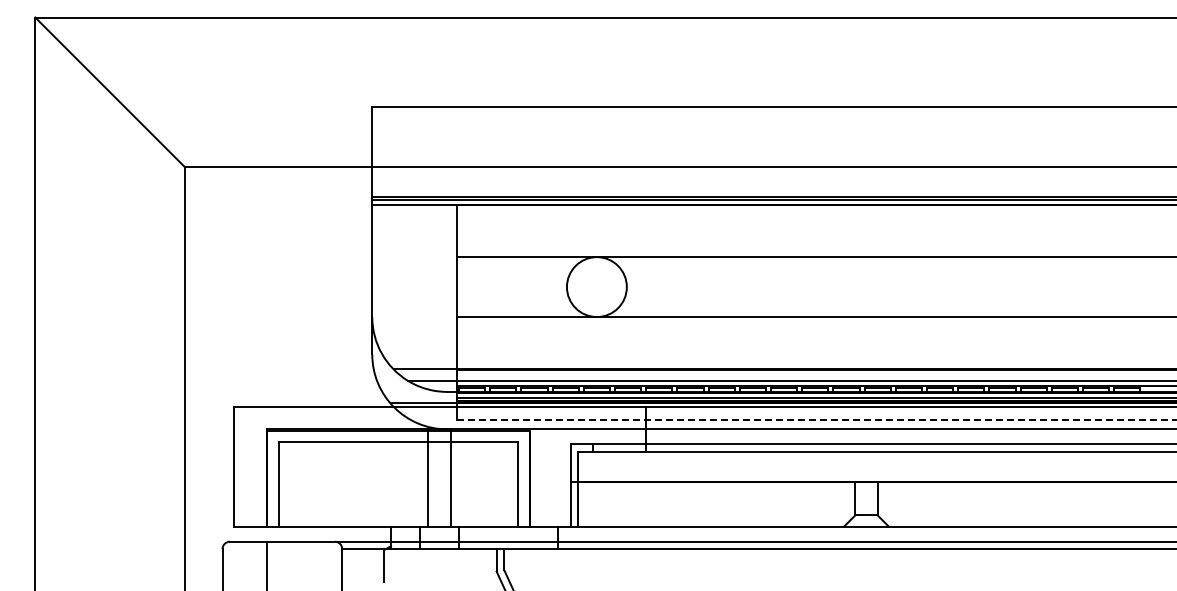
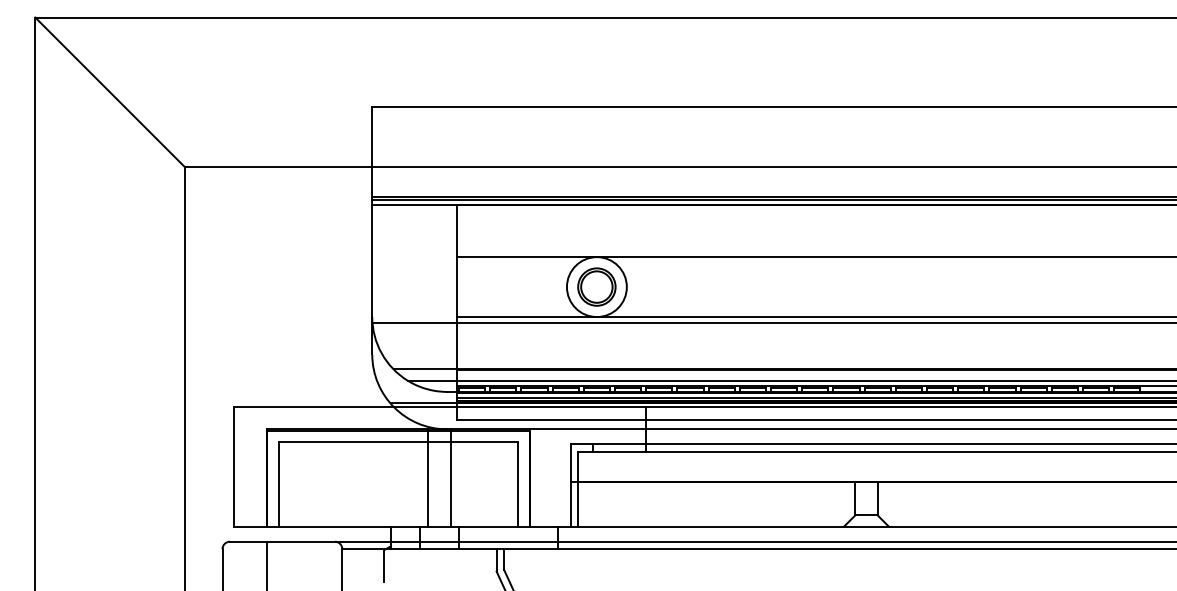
part at (596, 286): none -> present
line at (772, 322): none -> present
line at (816, 420): dashed -> solid
